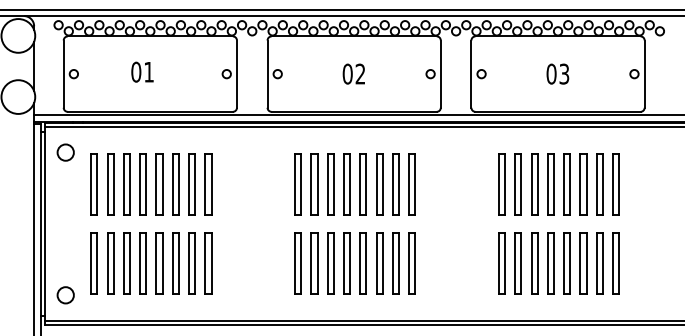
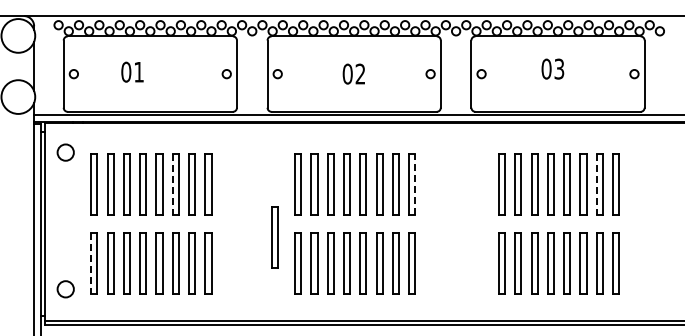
line at (341, 9): present -> none
text at (142, 71) position: (142, 71) -> (132, 71)
text at (557, 73) position: (557, 73) -> (552, 68)
line at (363, 127): present -> none
line at (172, 184): solid -> dashed
line at (415, 184): solid -> dashed
line at (596, 184): solid -> dashed
part at (274, 237): none -> present
line at (91, 263): solid -> dashed
circle at (65, 295) position: (65, 295) -> (65, 289)
